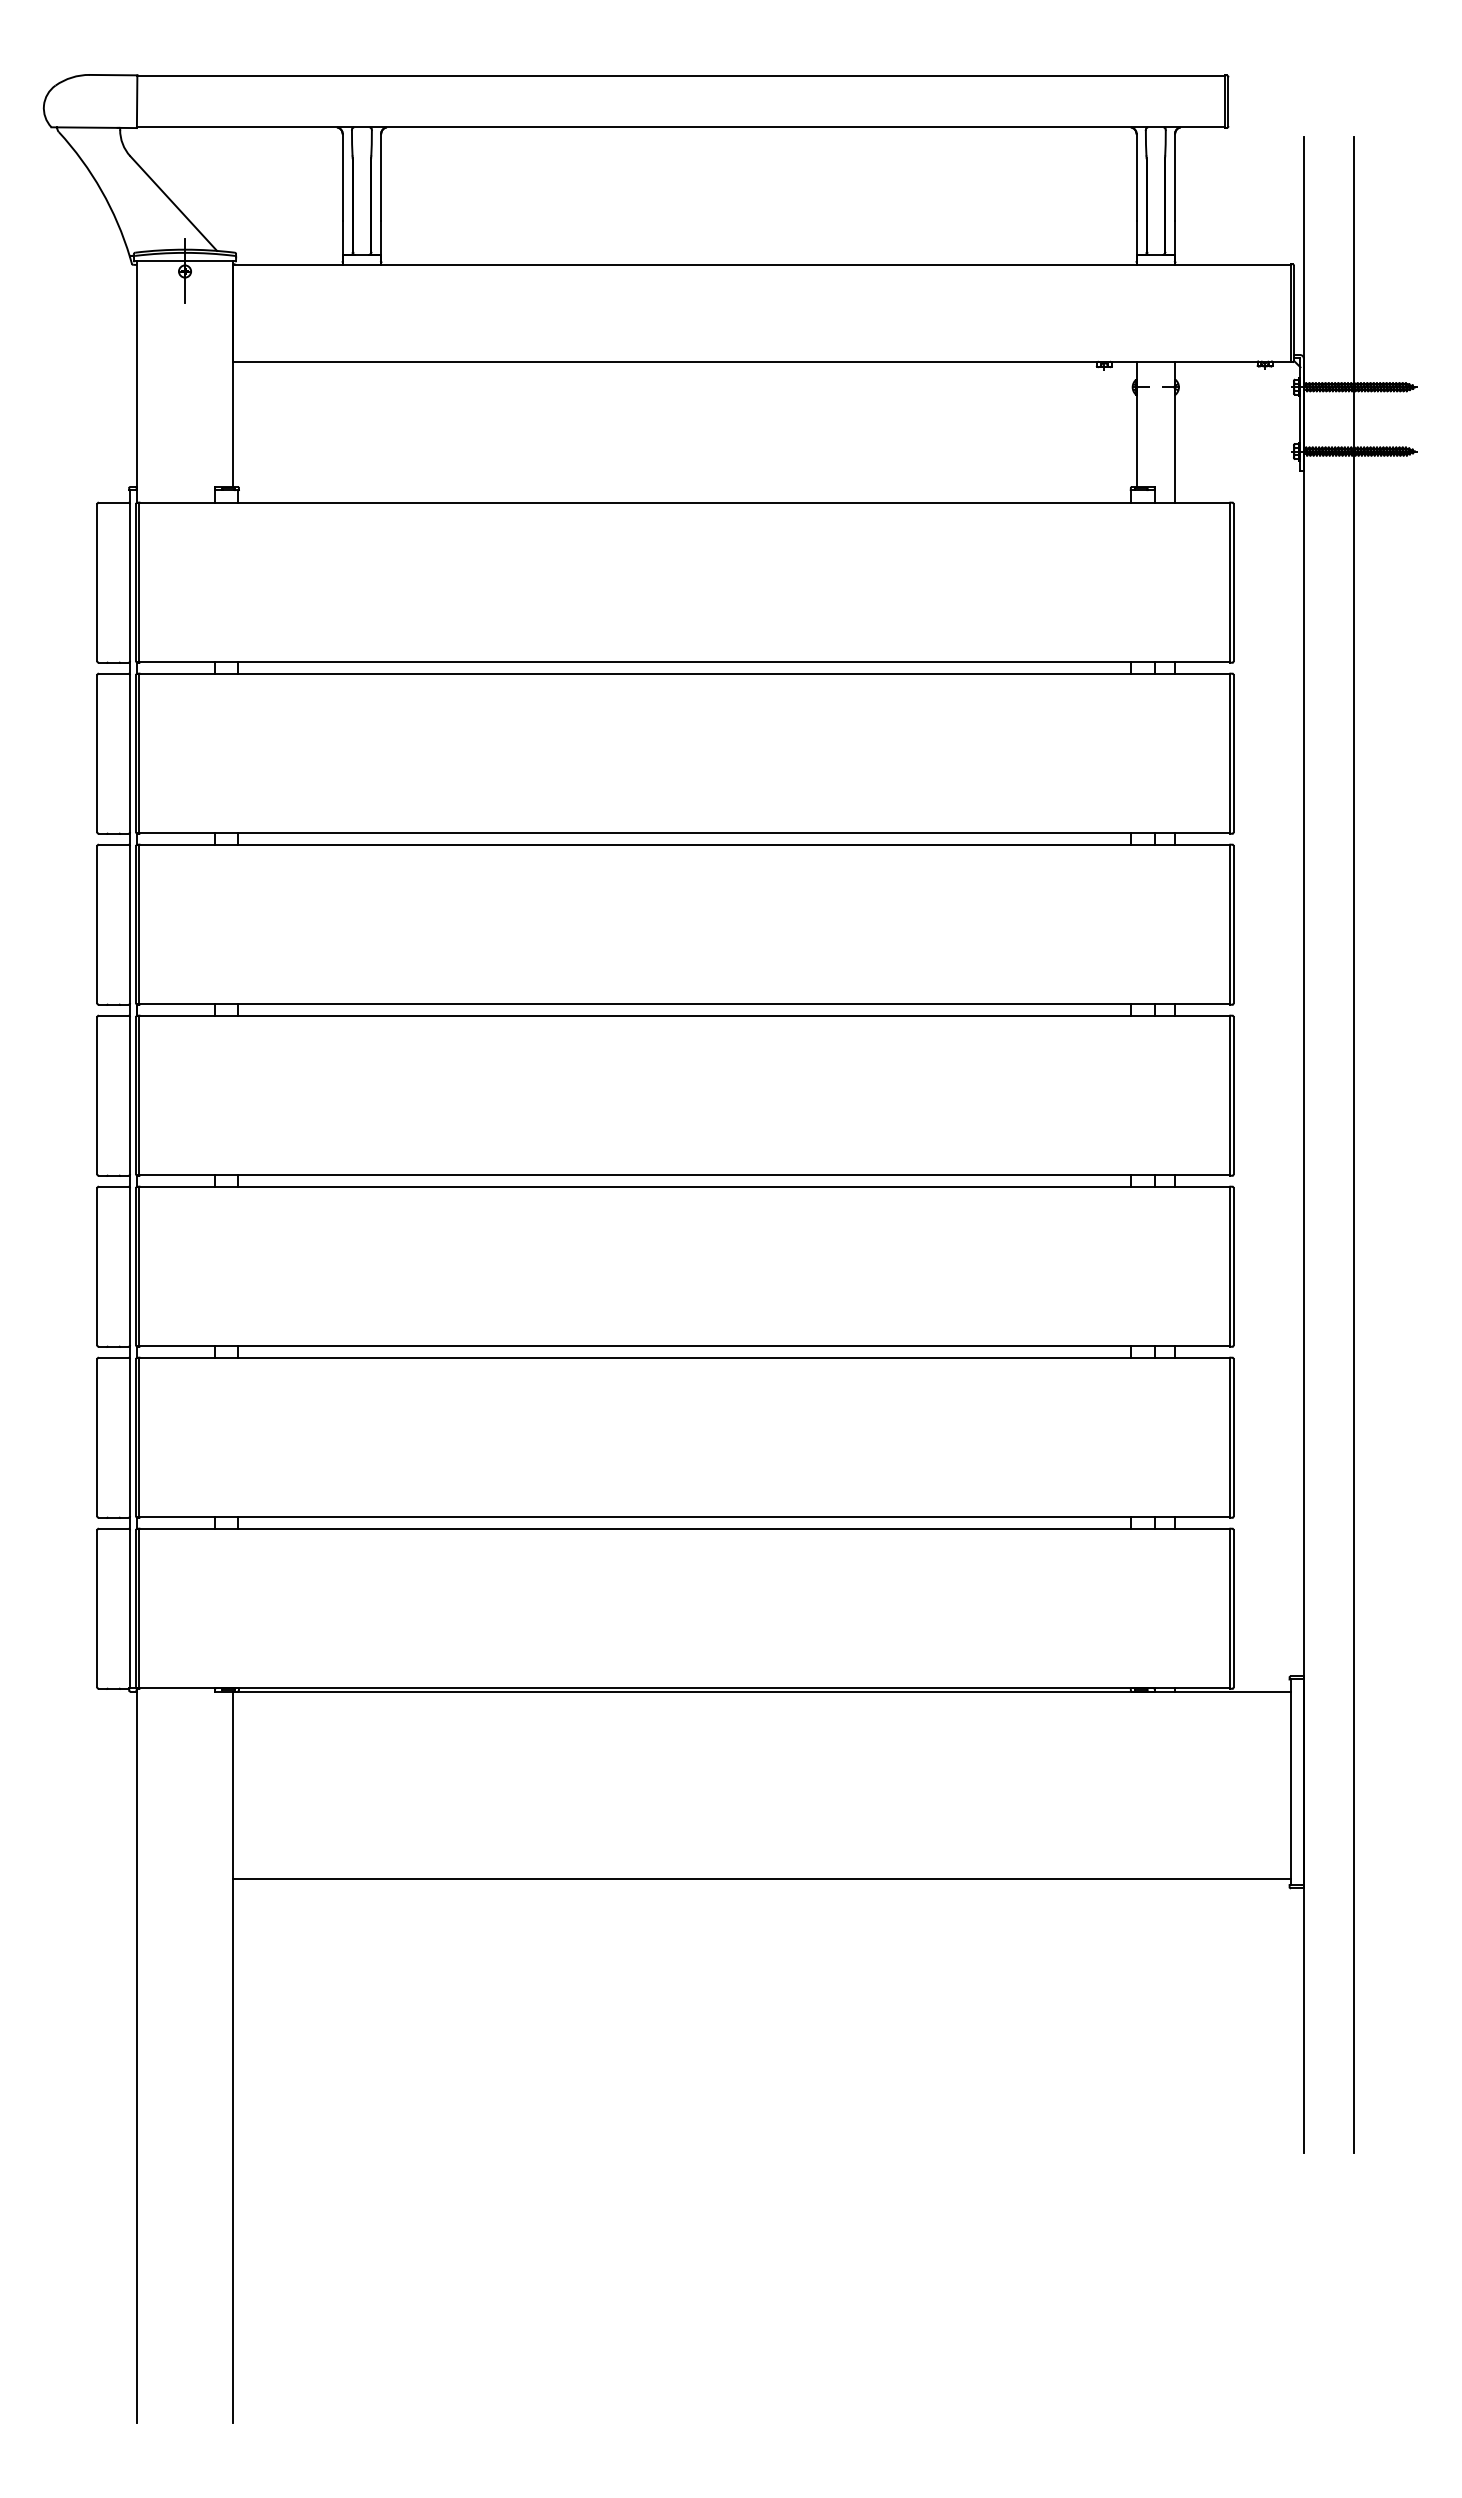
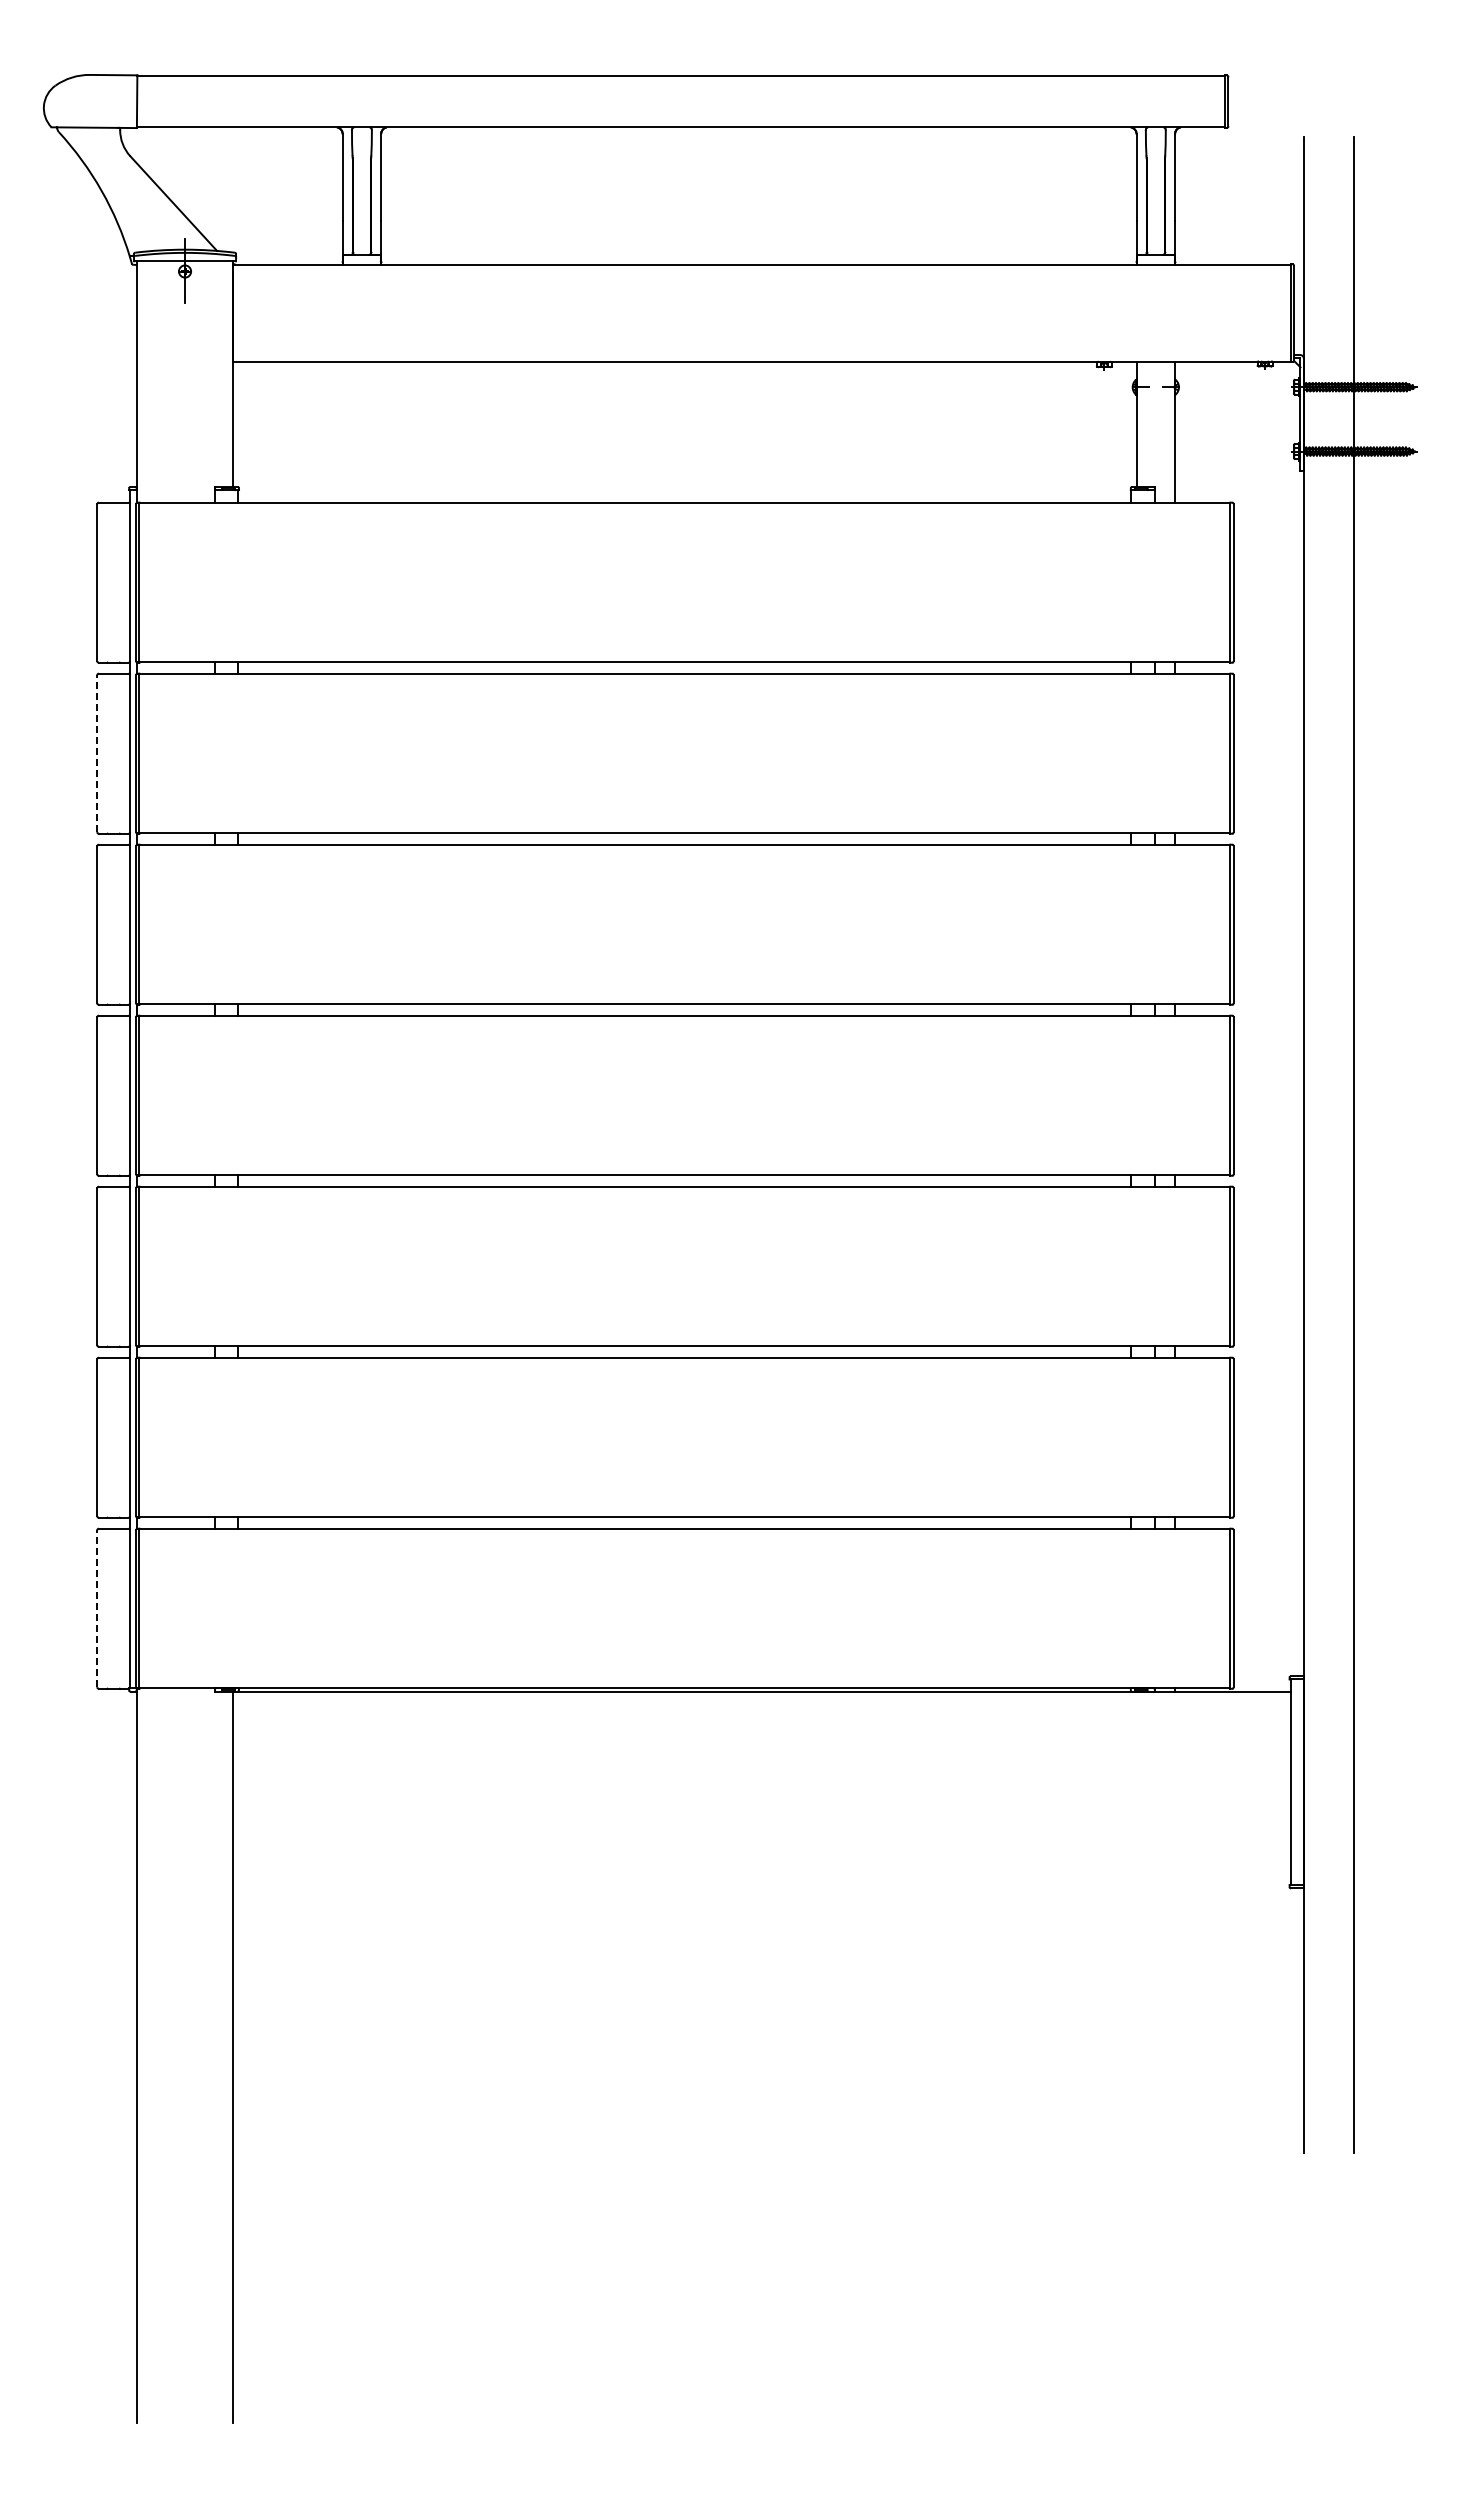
line at (97, 753): solid -> dashed
line at (97, 1608): solid -> dashed
line at (761, 1878): present -> none
